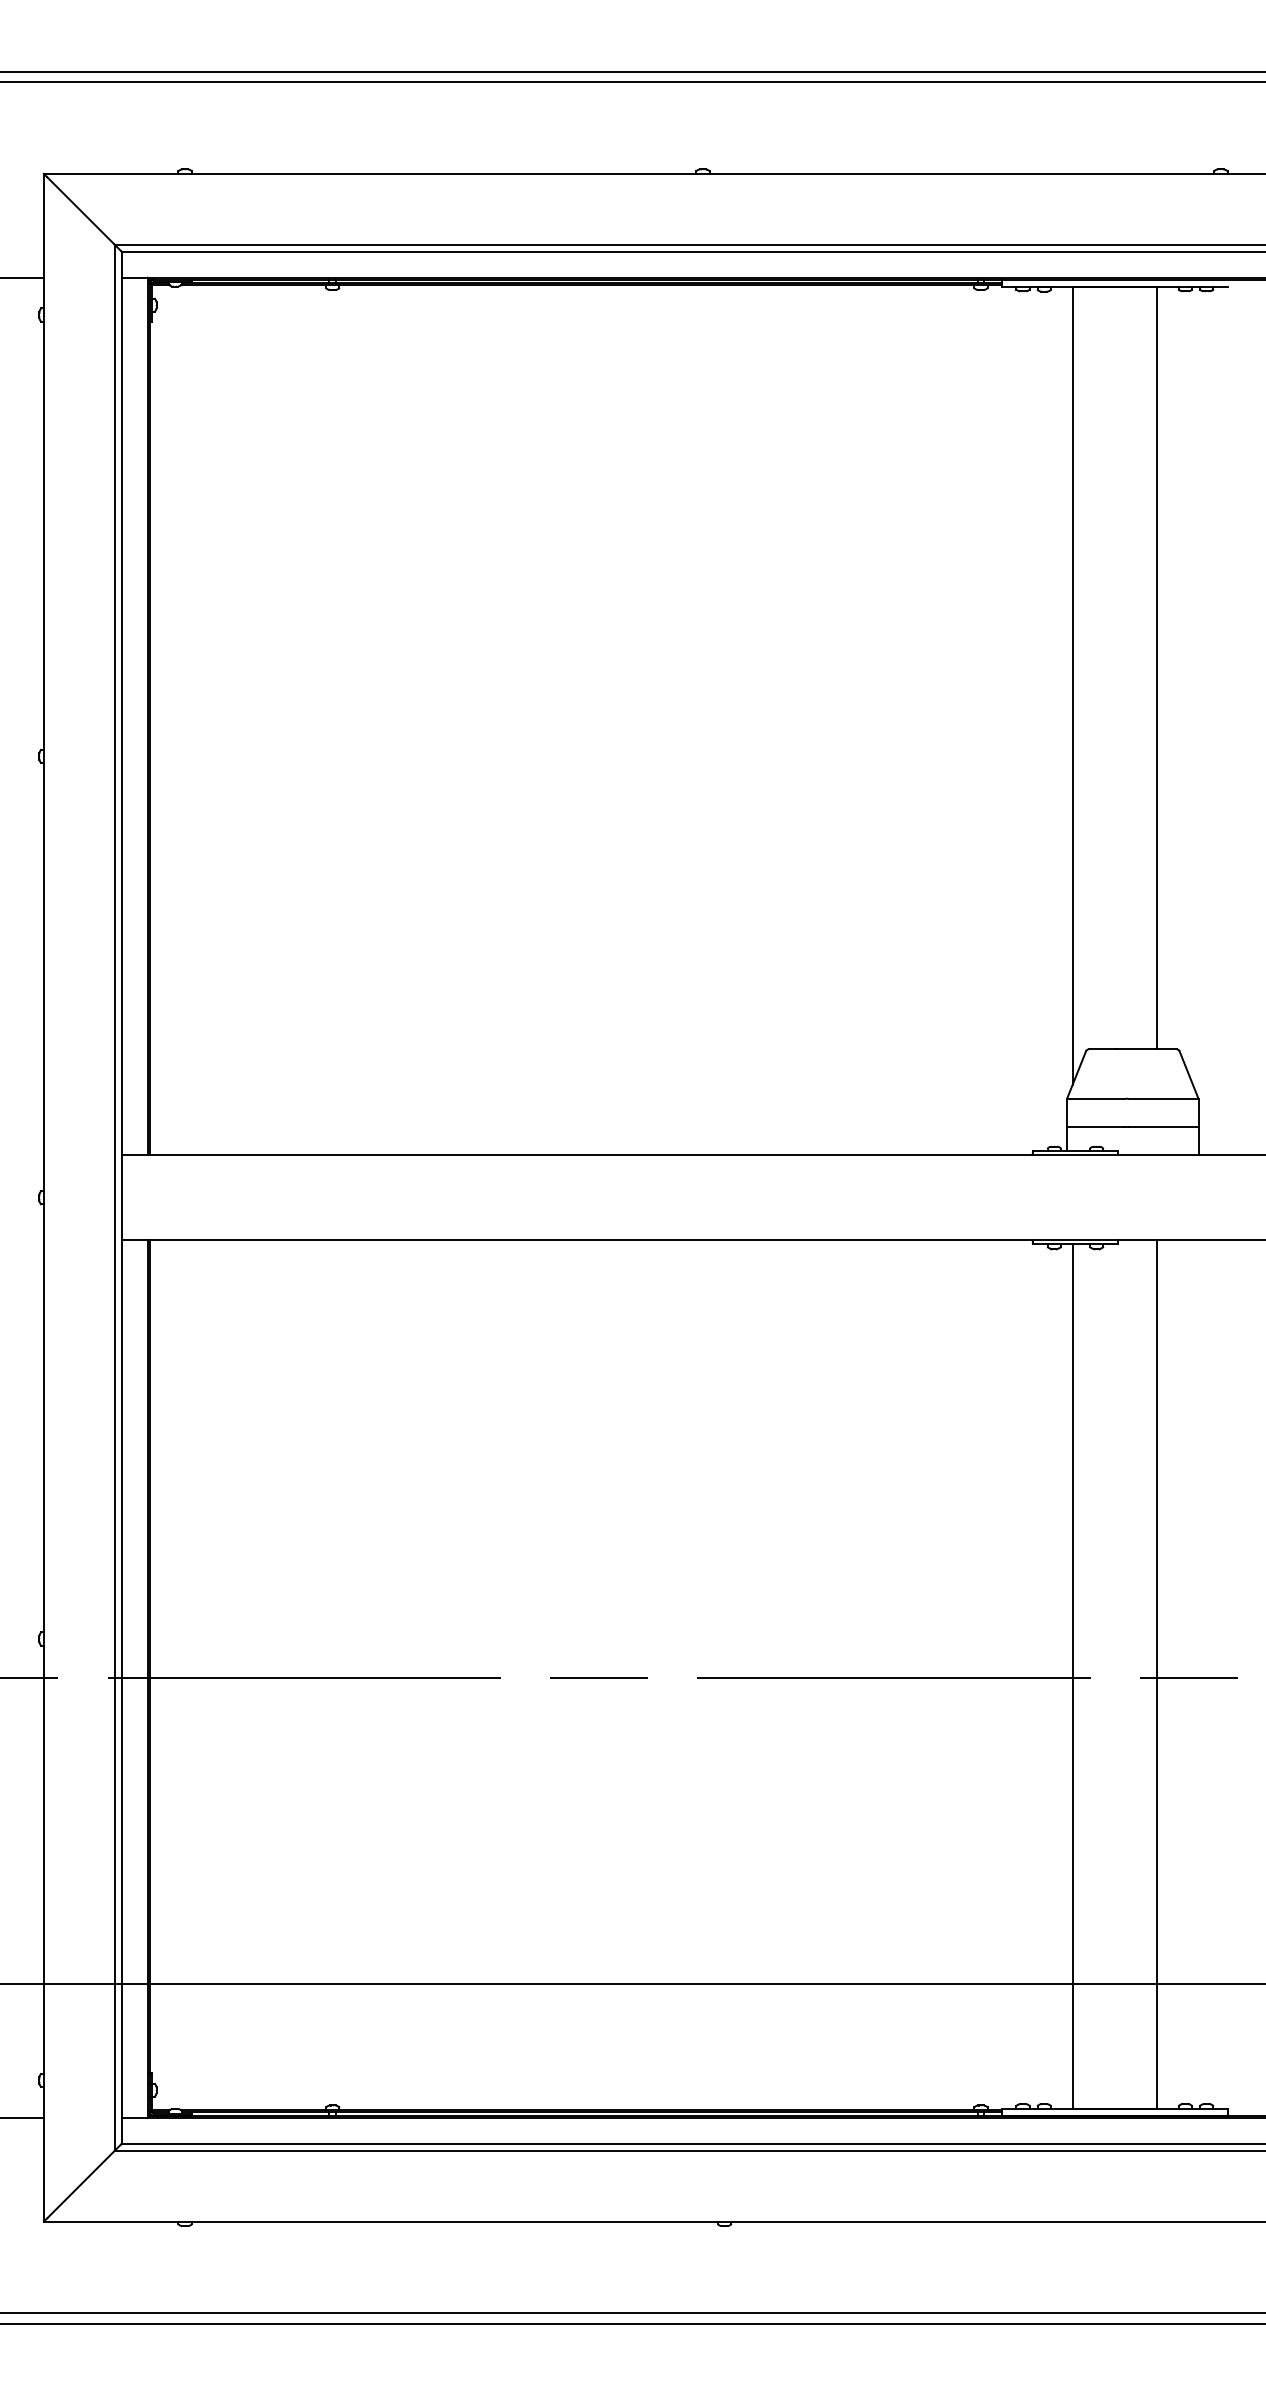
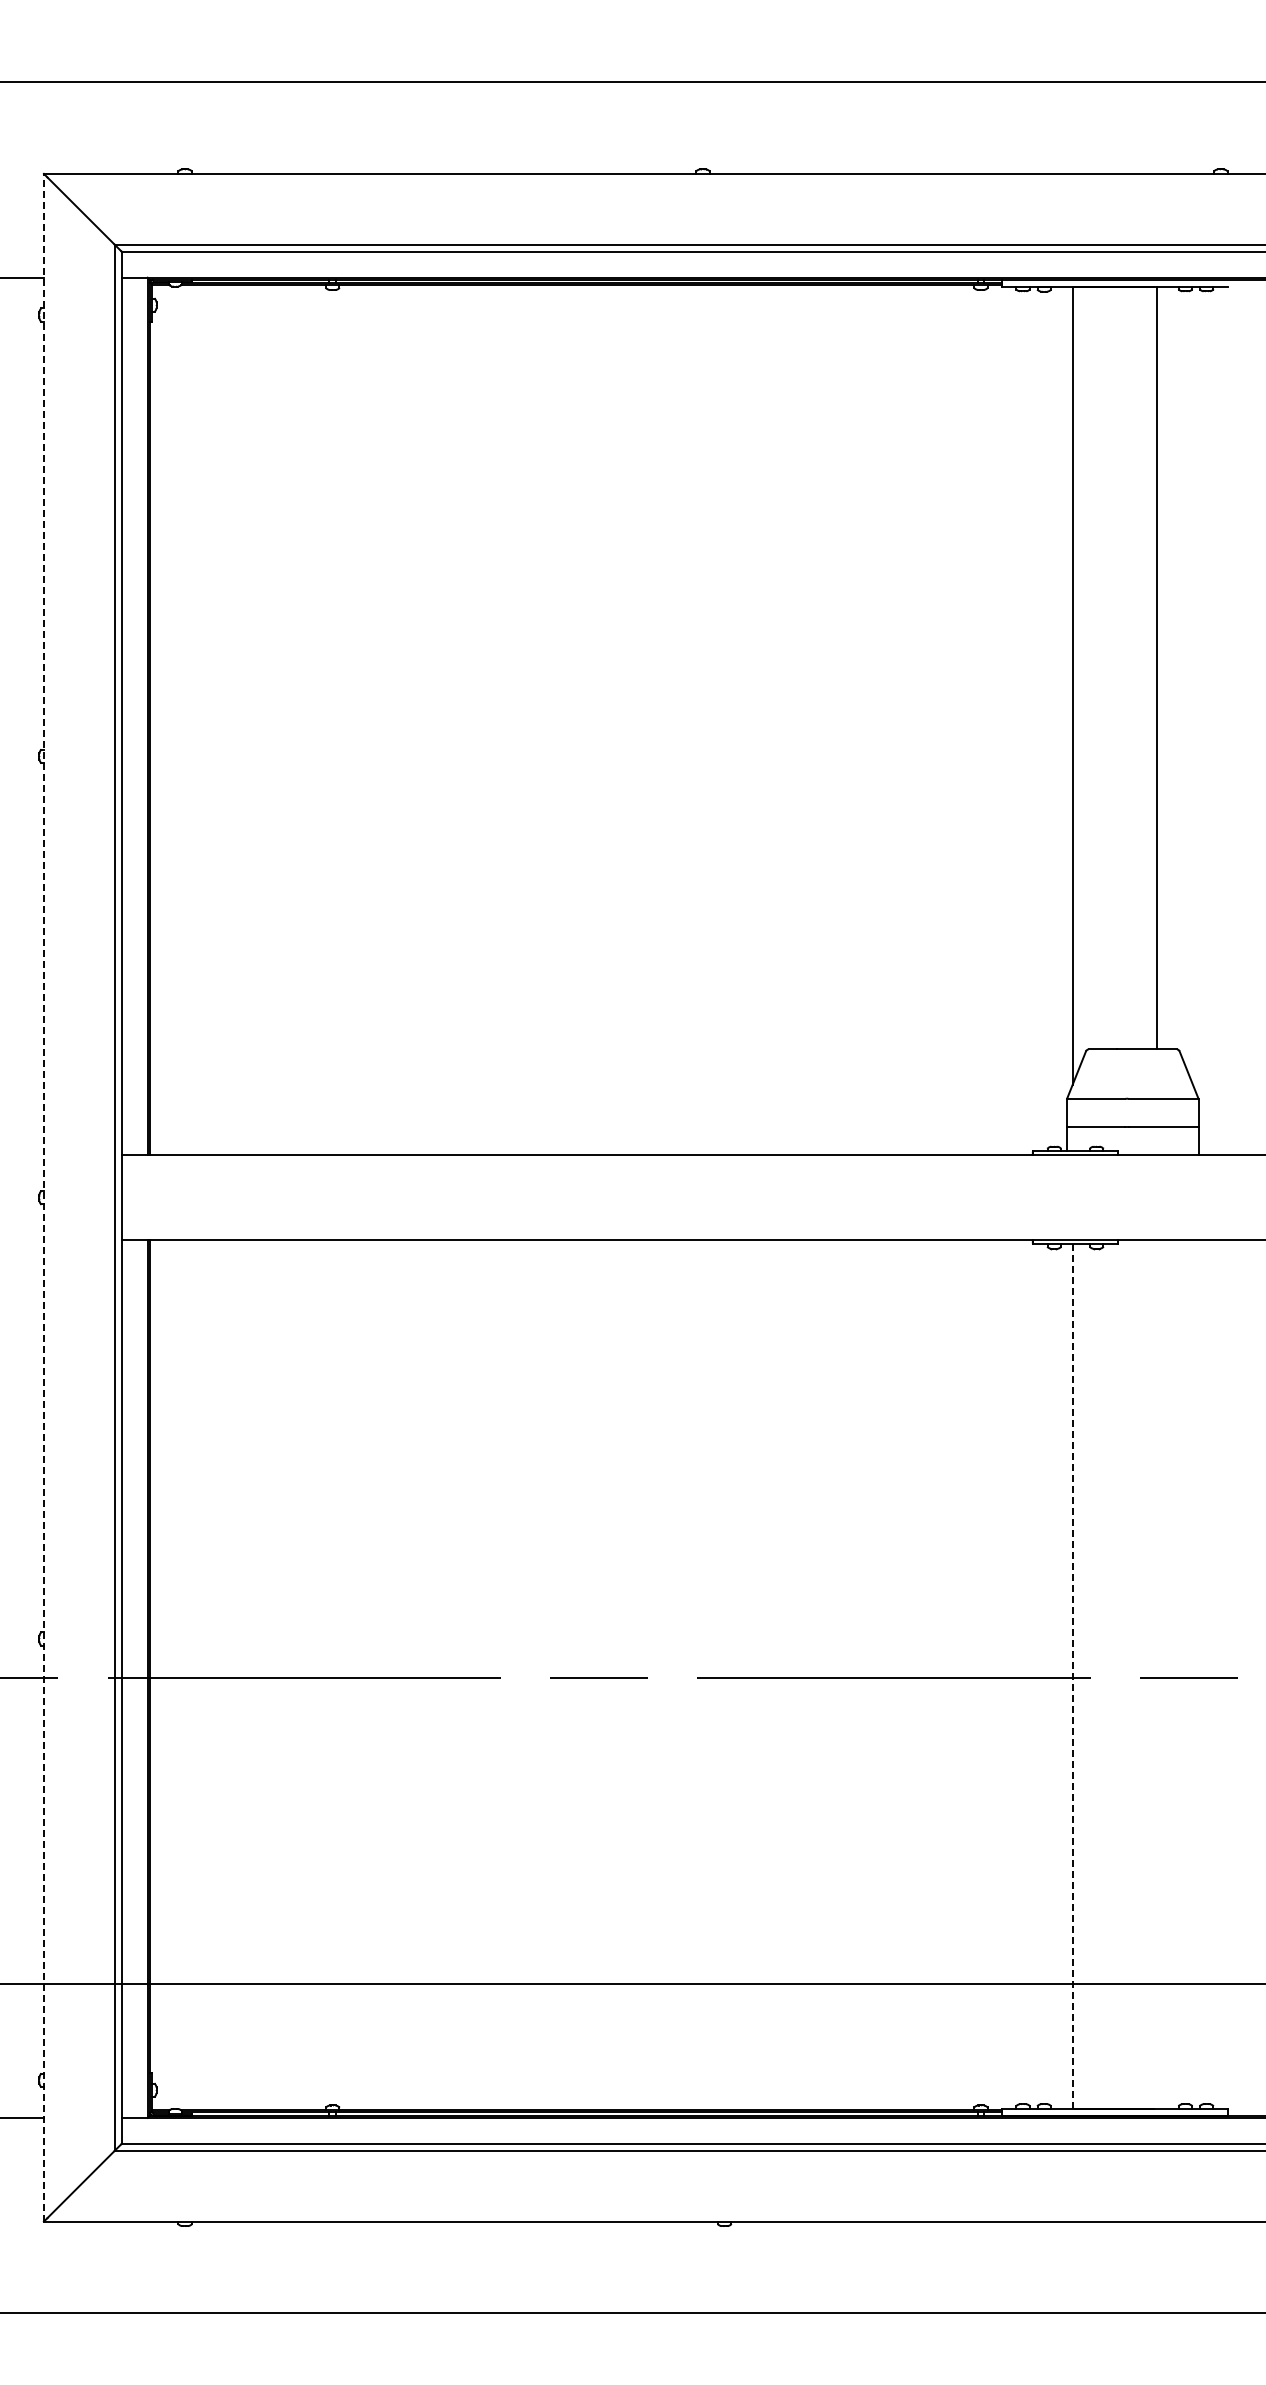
line at (632, 71): present -> none
line at (43, 1197): solid -> dashed
line at (1157, 1674): present -> none
line at (1072, 1676): solid -> dashed
line at (632, 2324): present -> none
